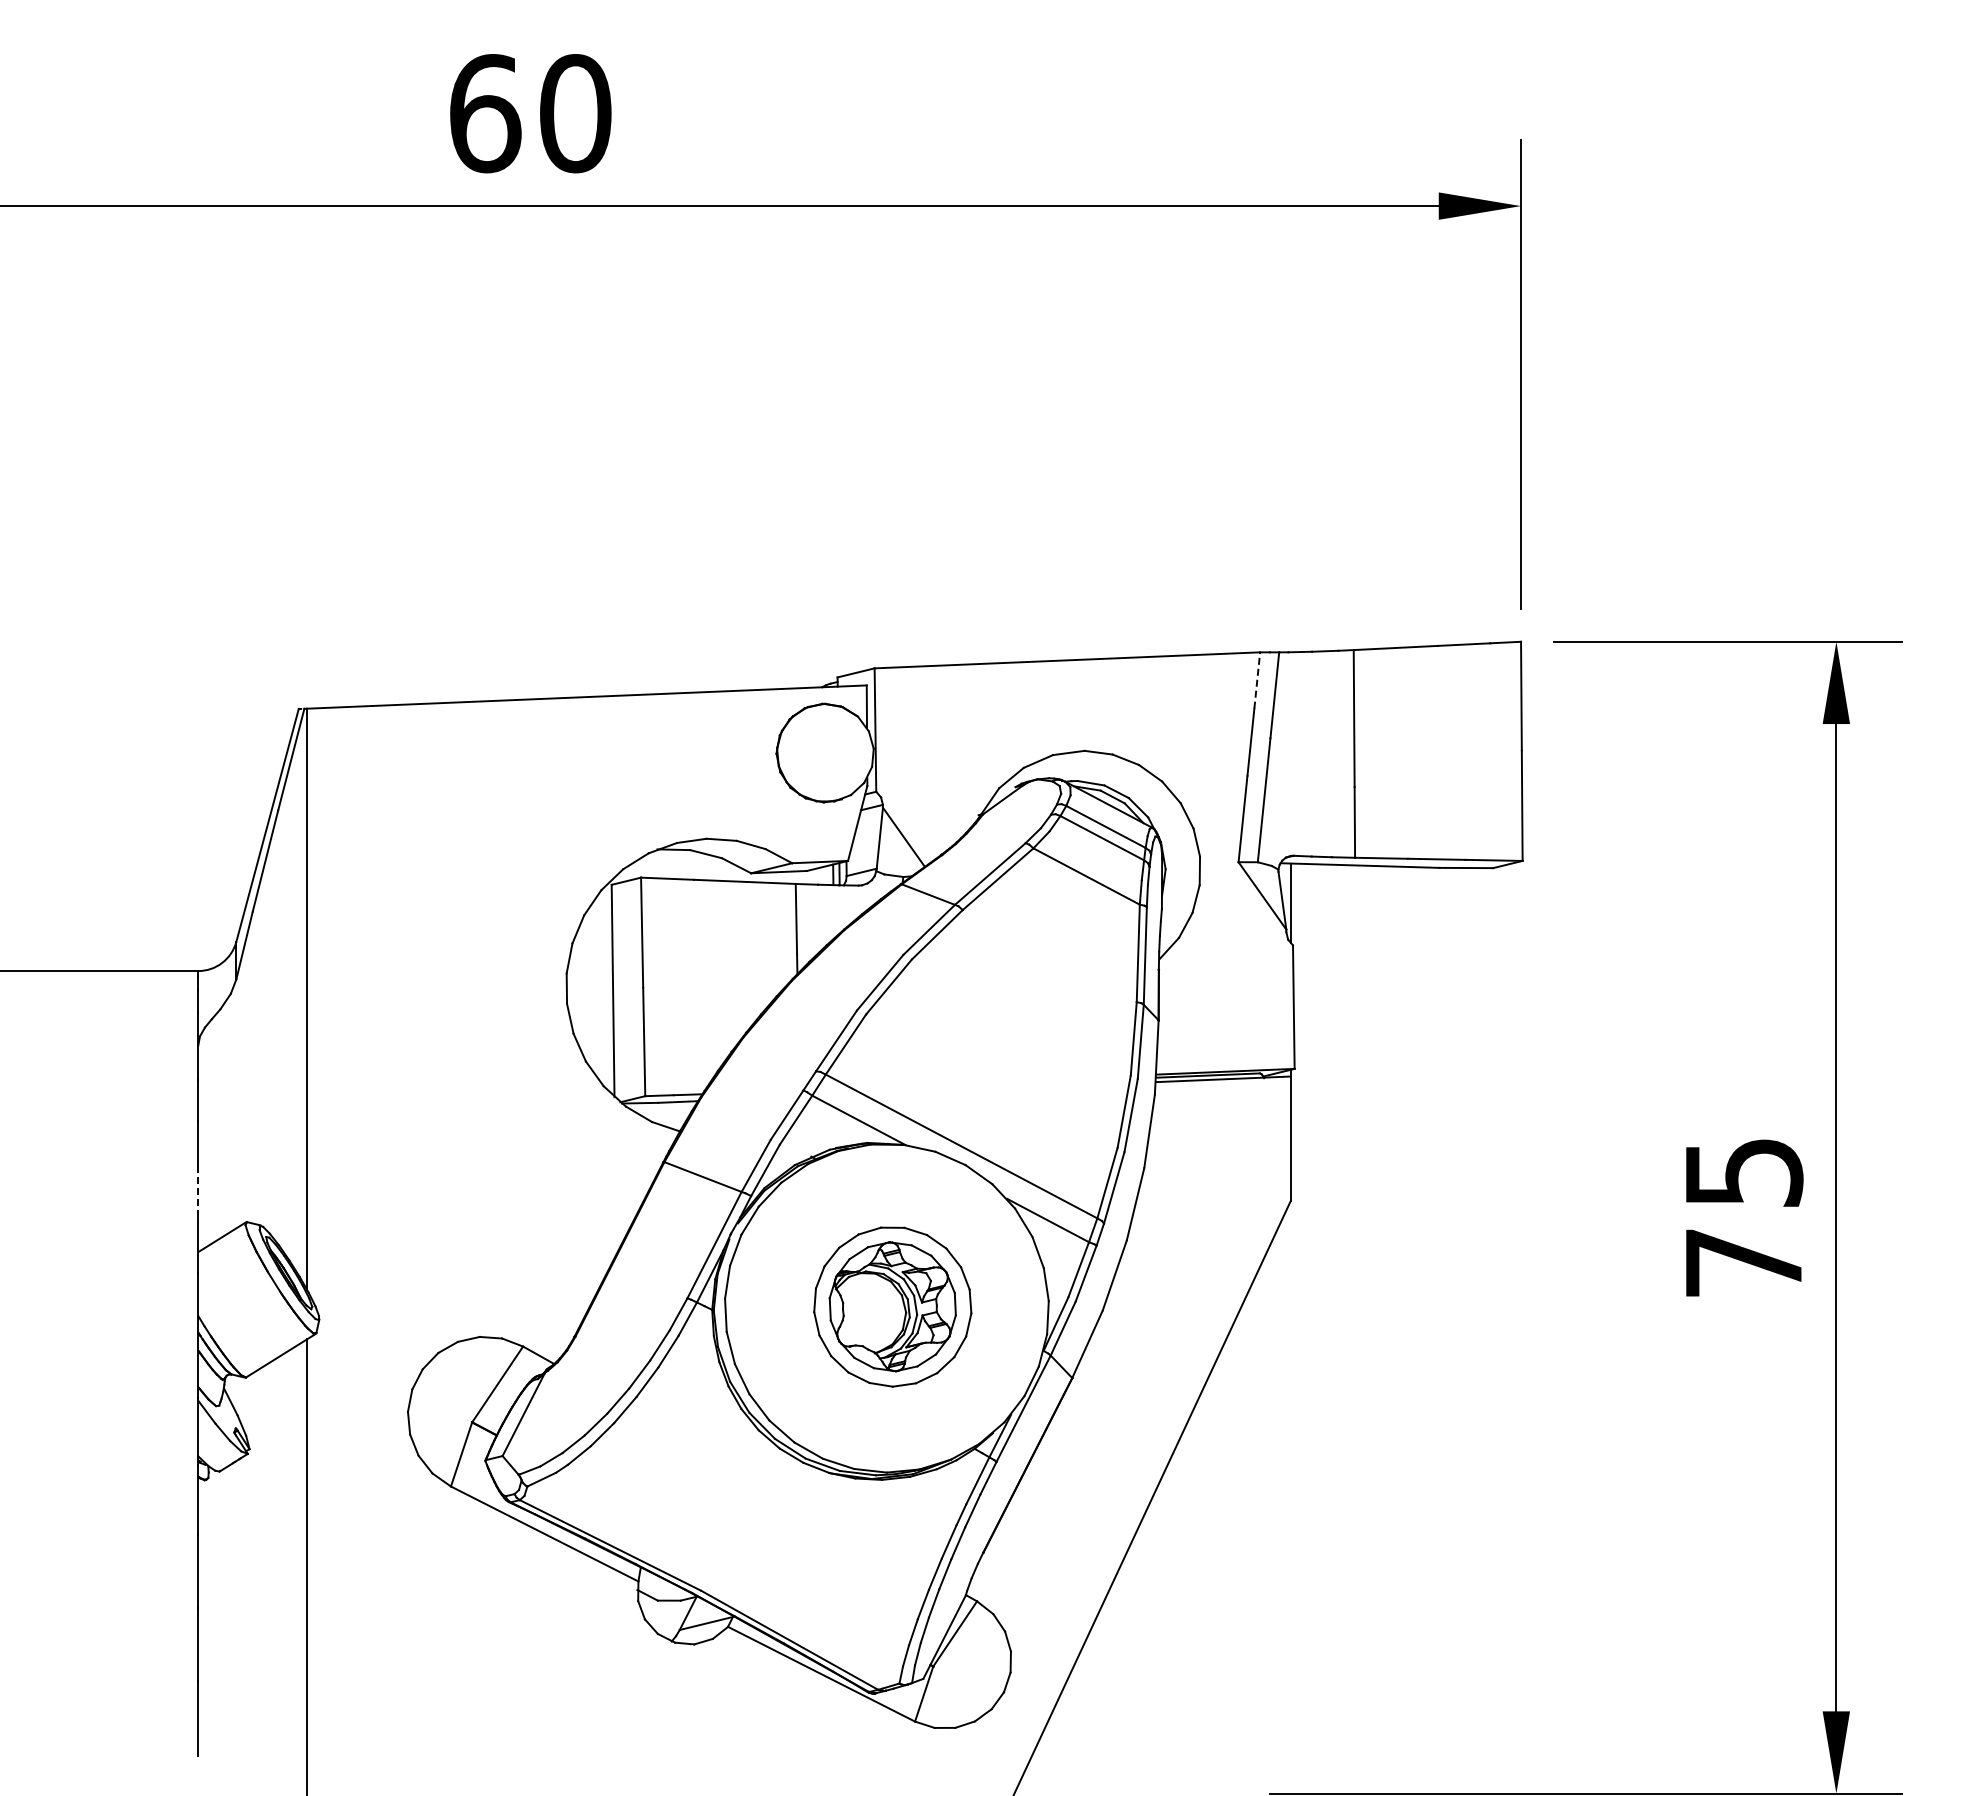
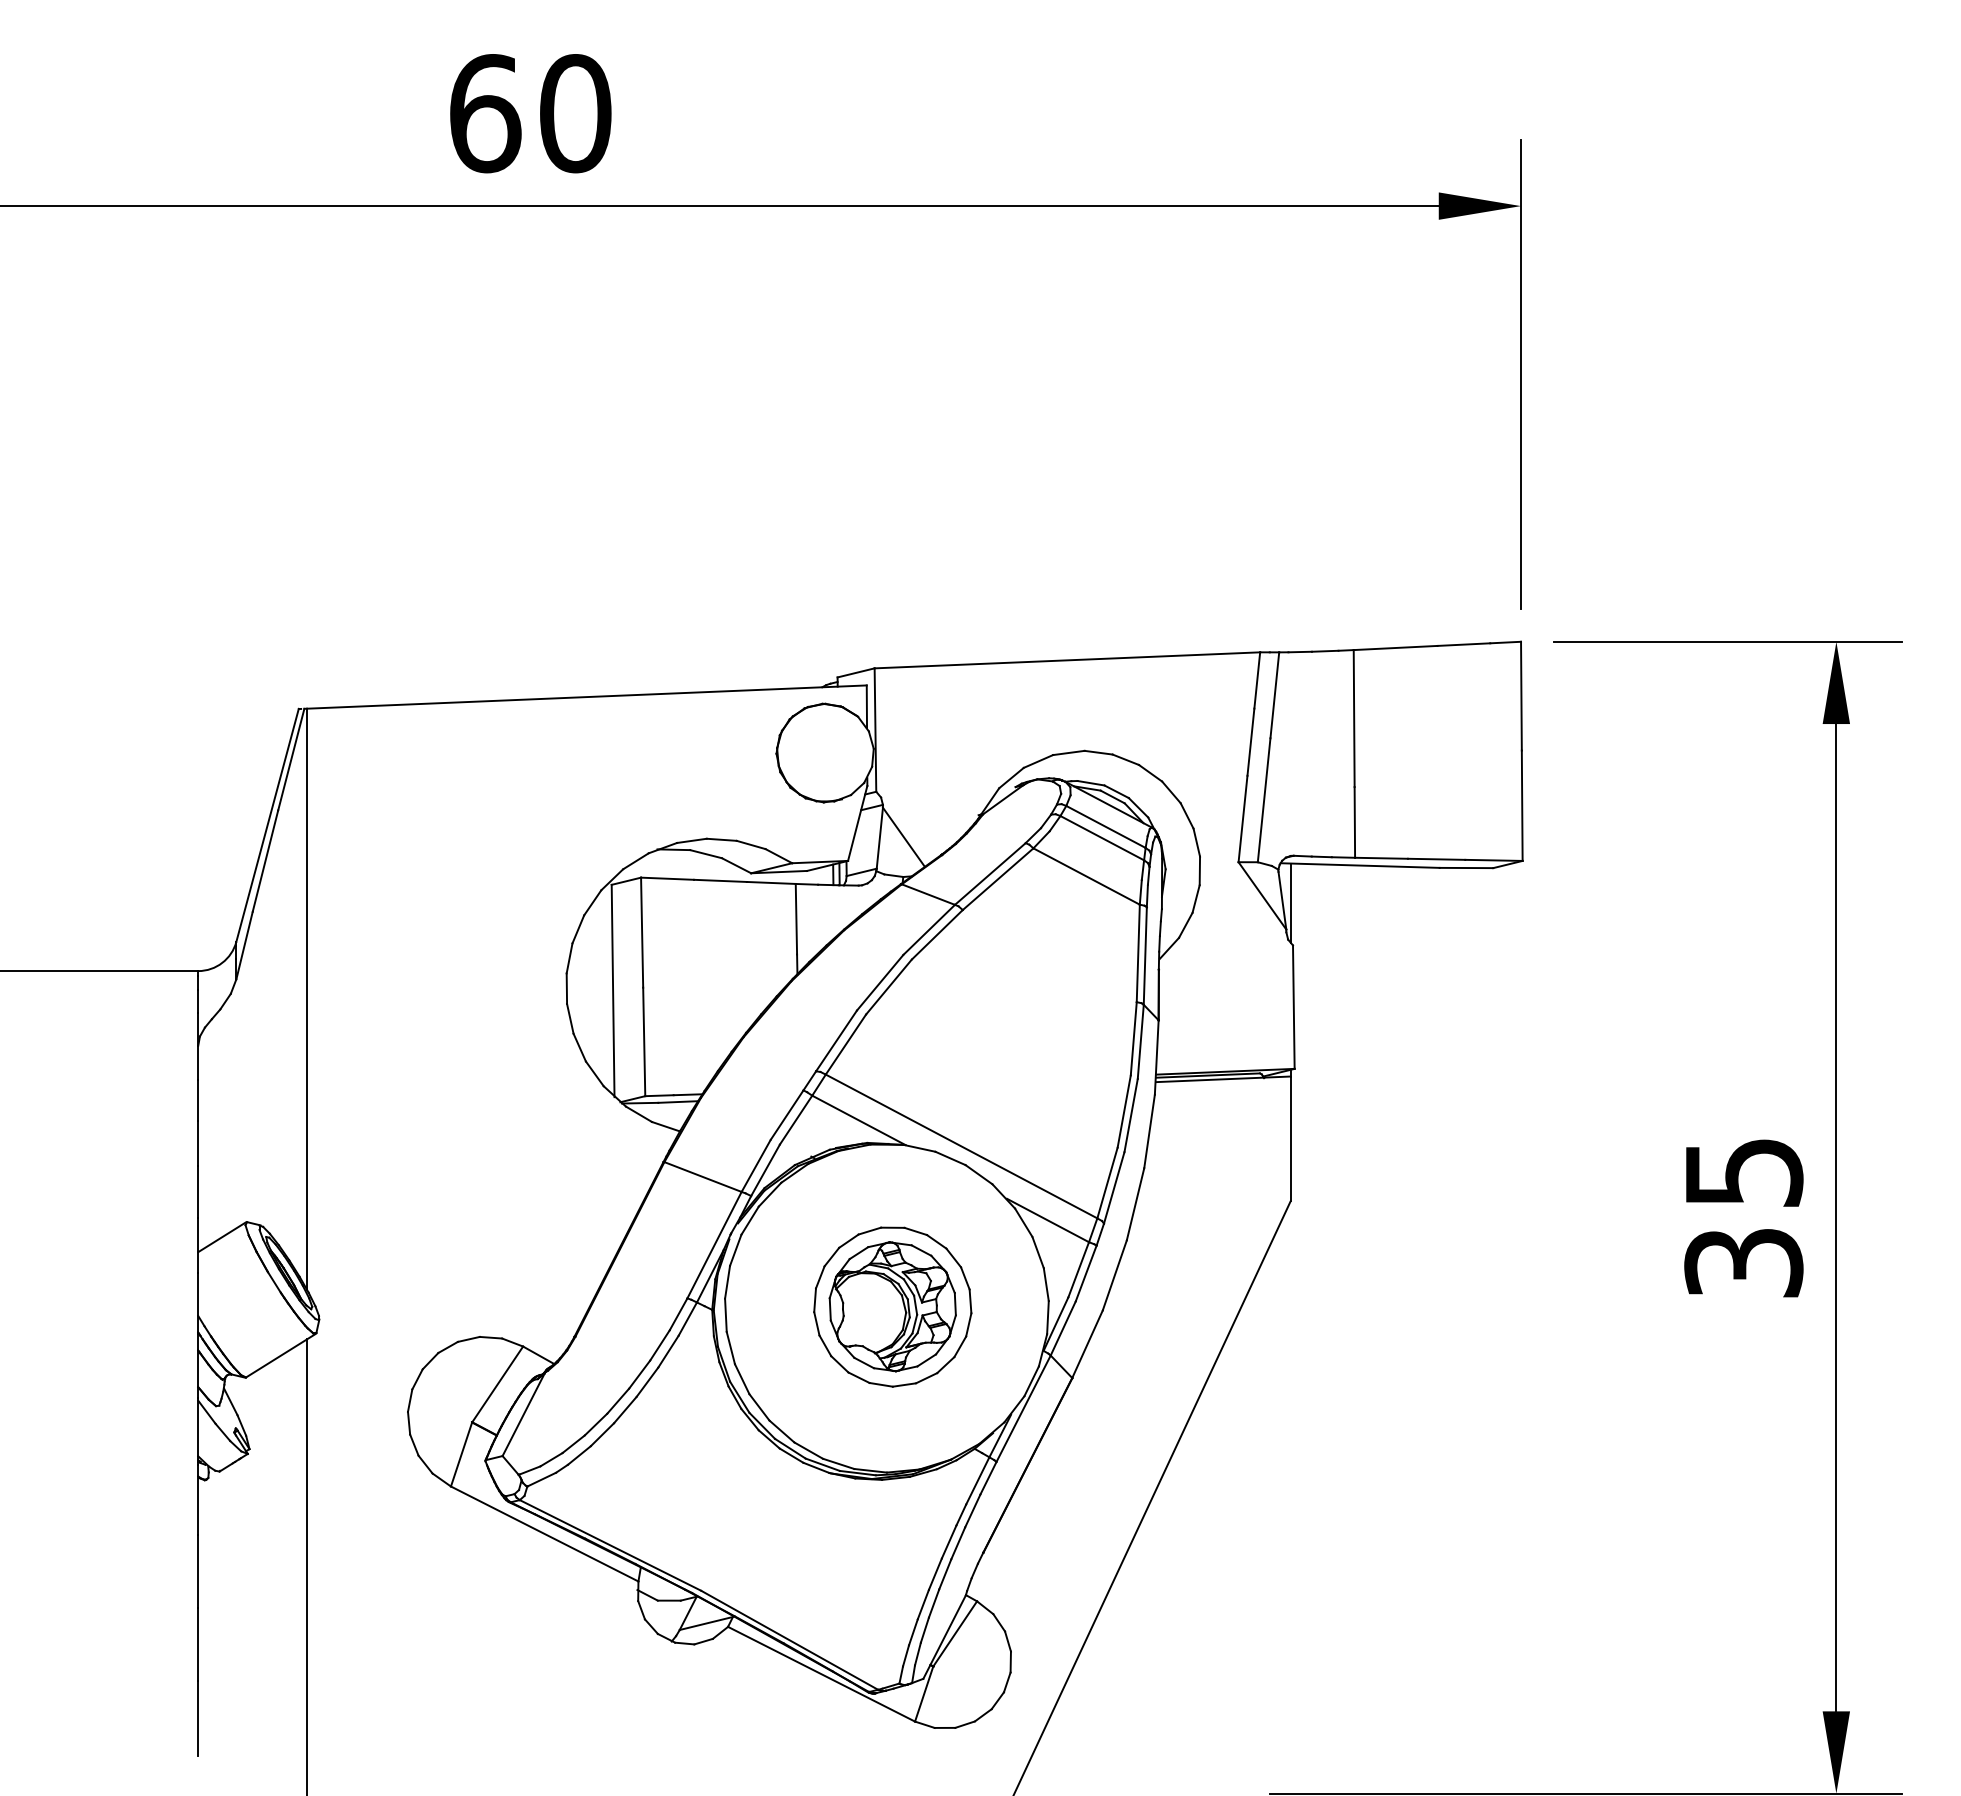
line at (1257, 679): dashed -> solid
line at (198, 1191): dashed -> solid
text at (1743, 1263): 75 -> 35
